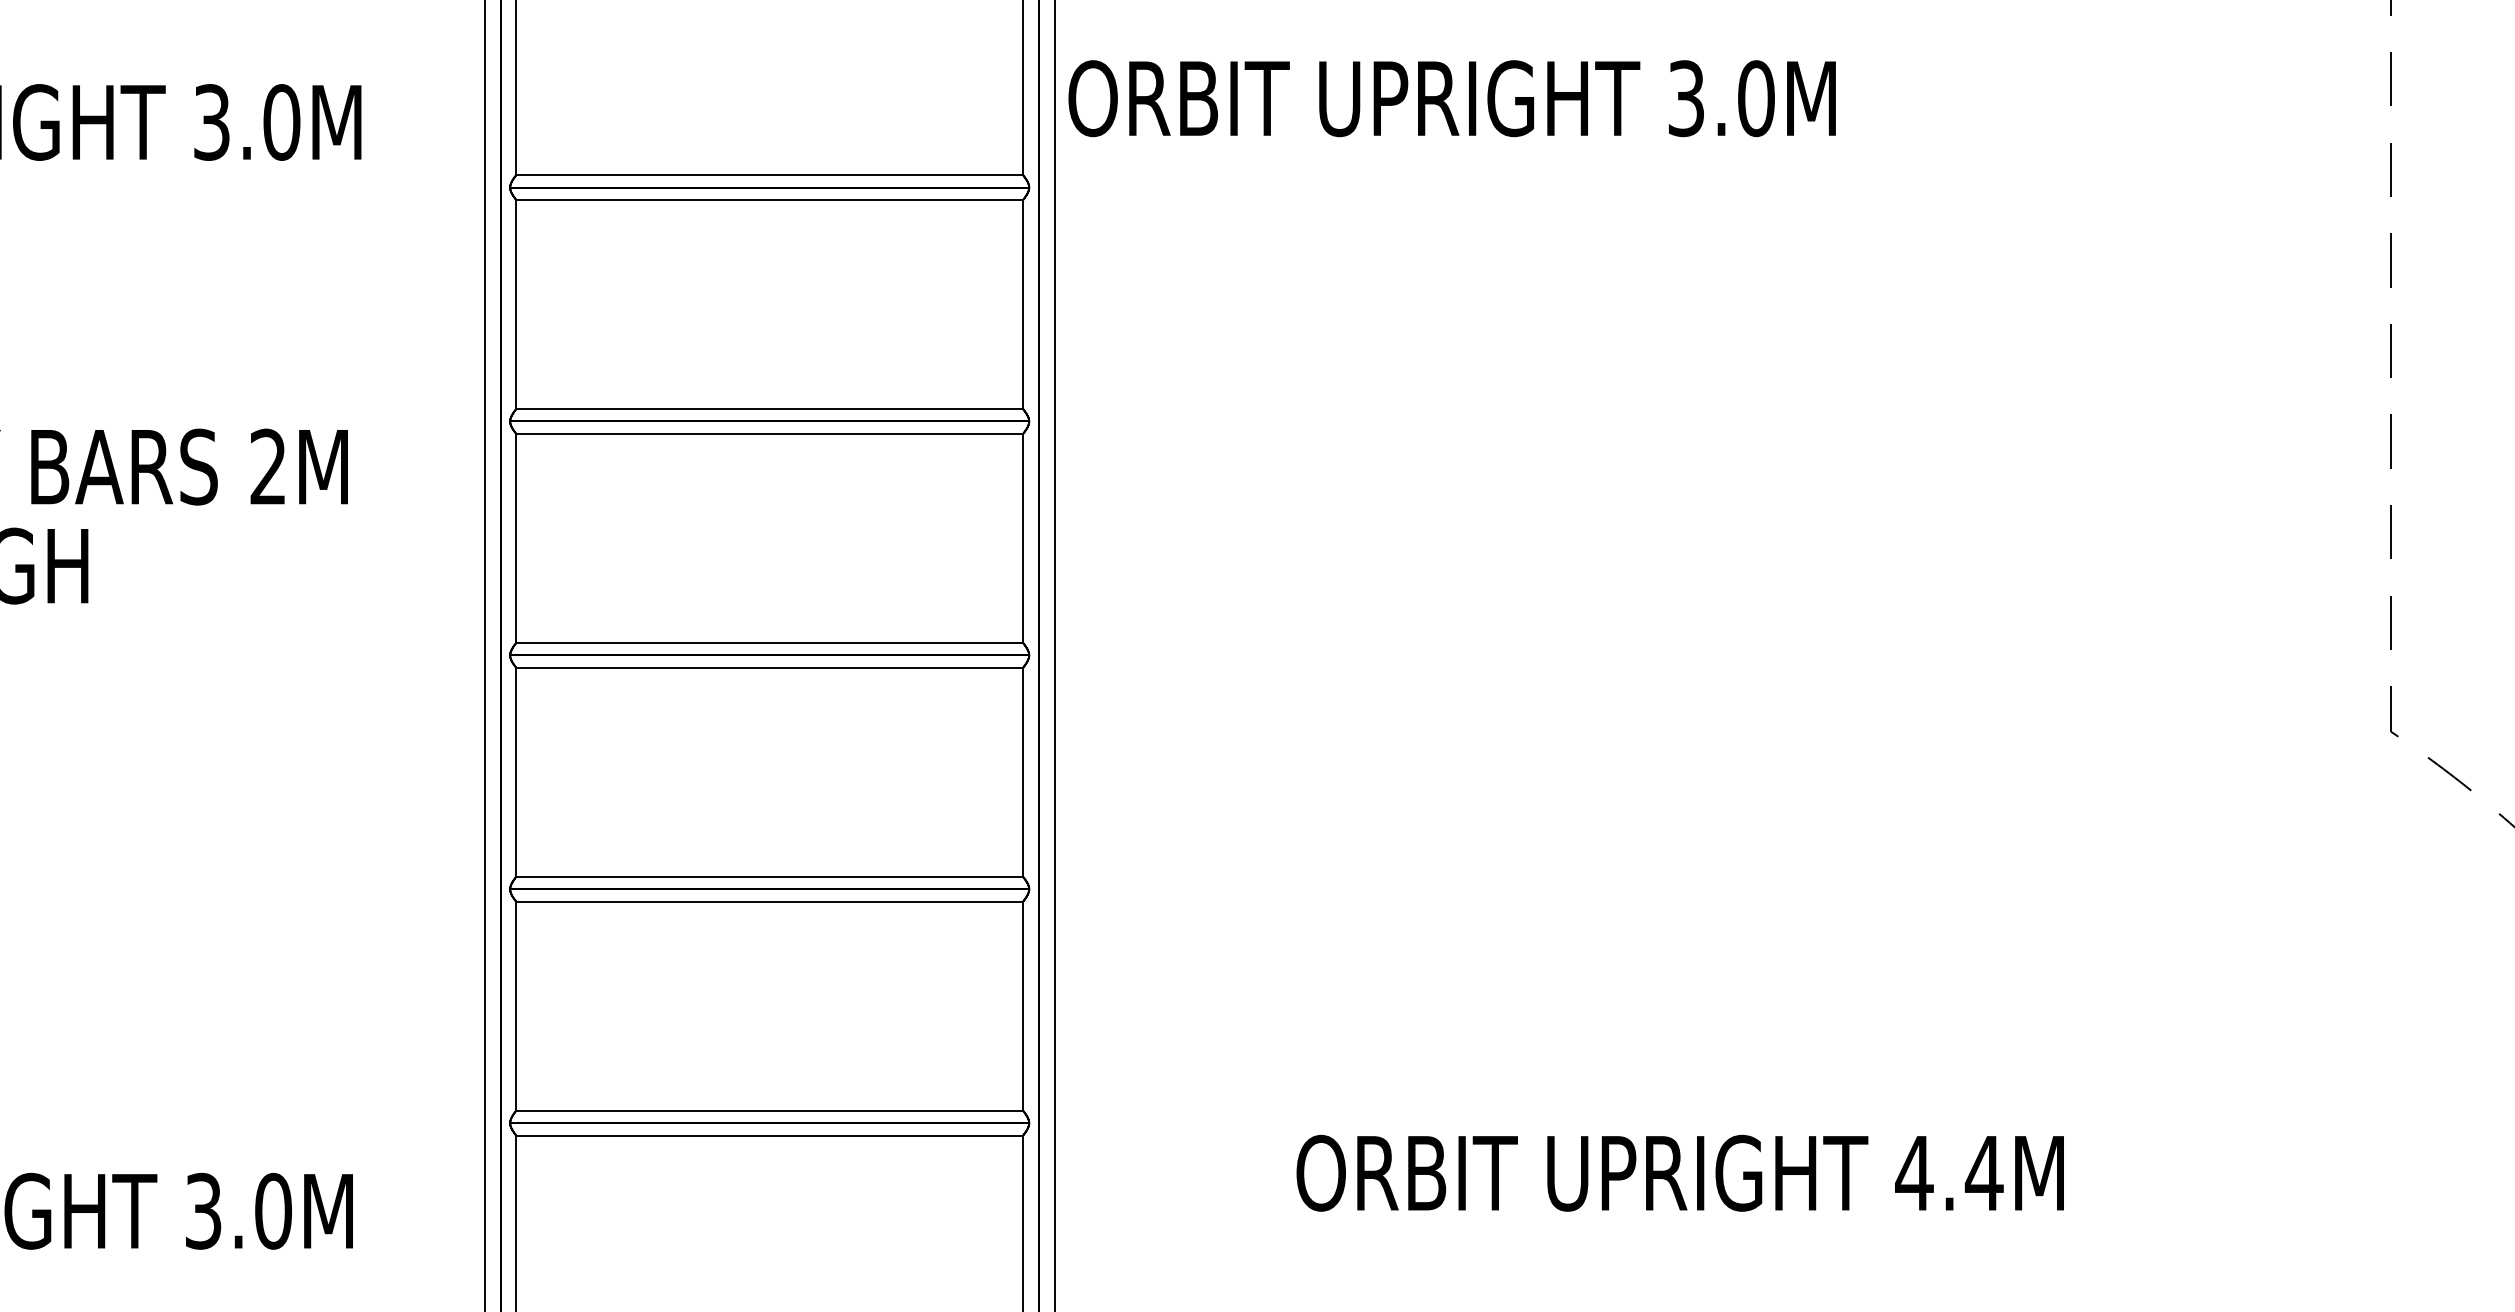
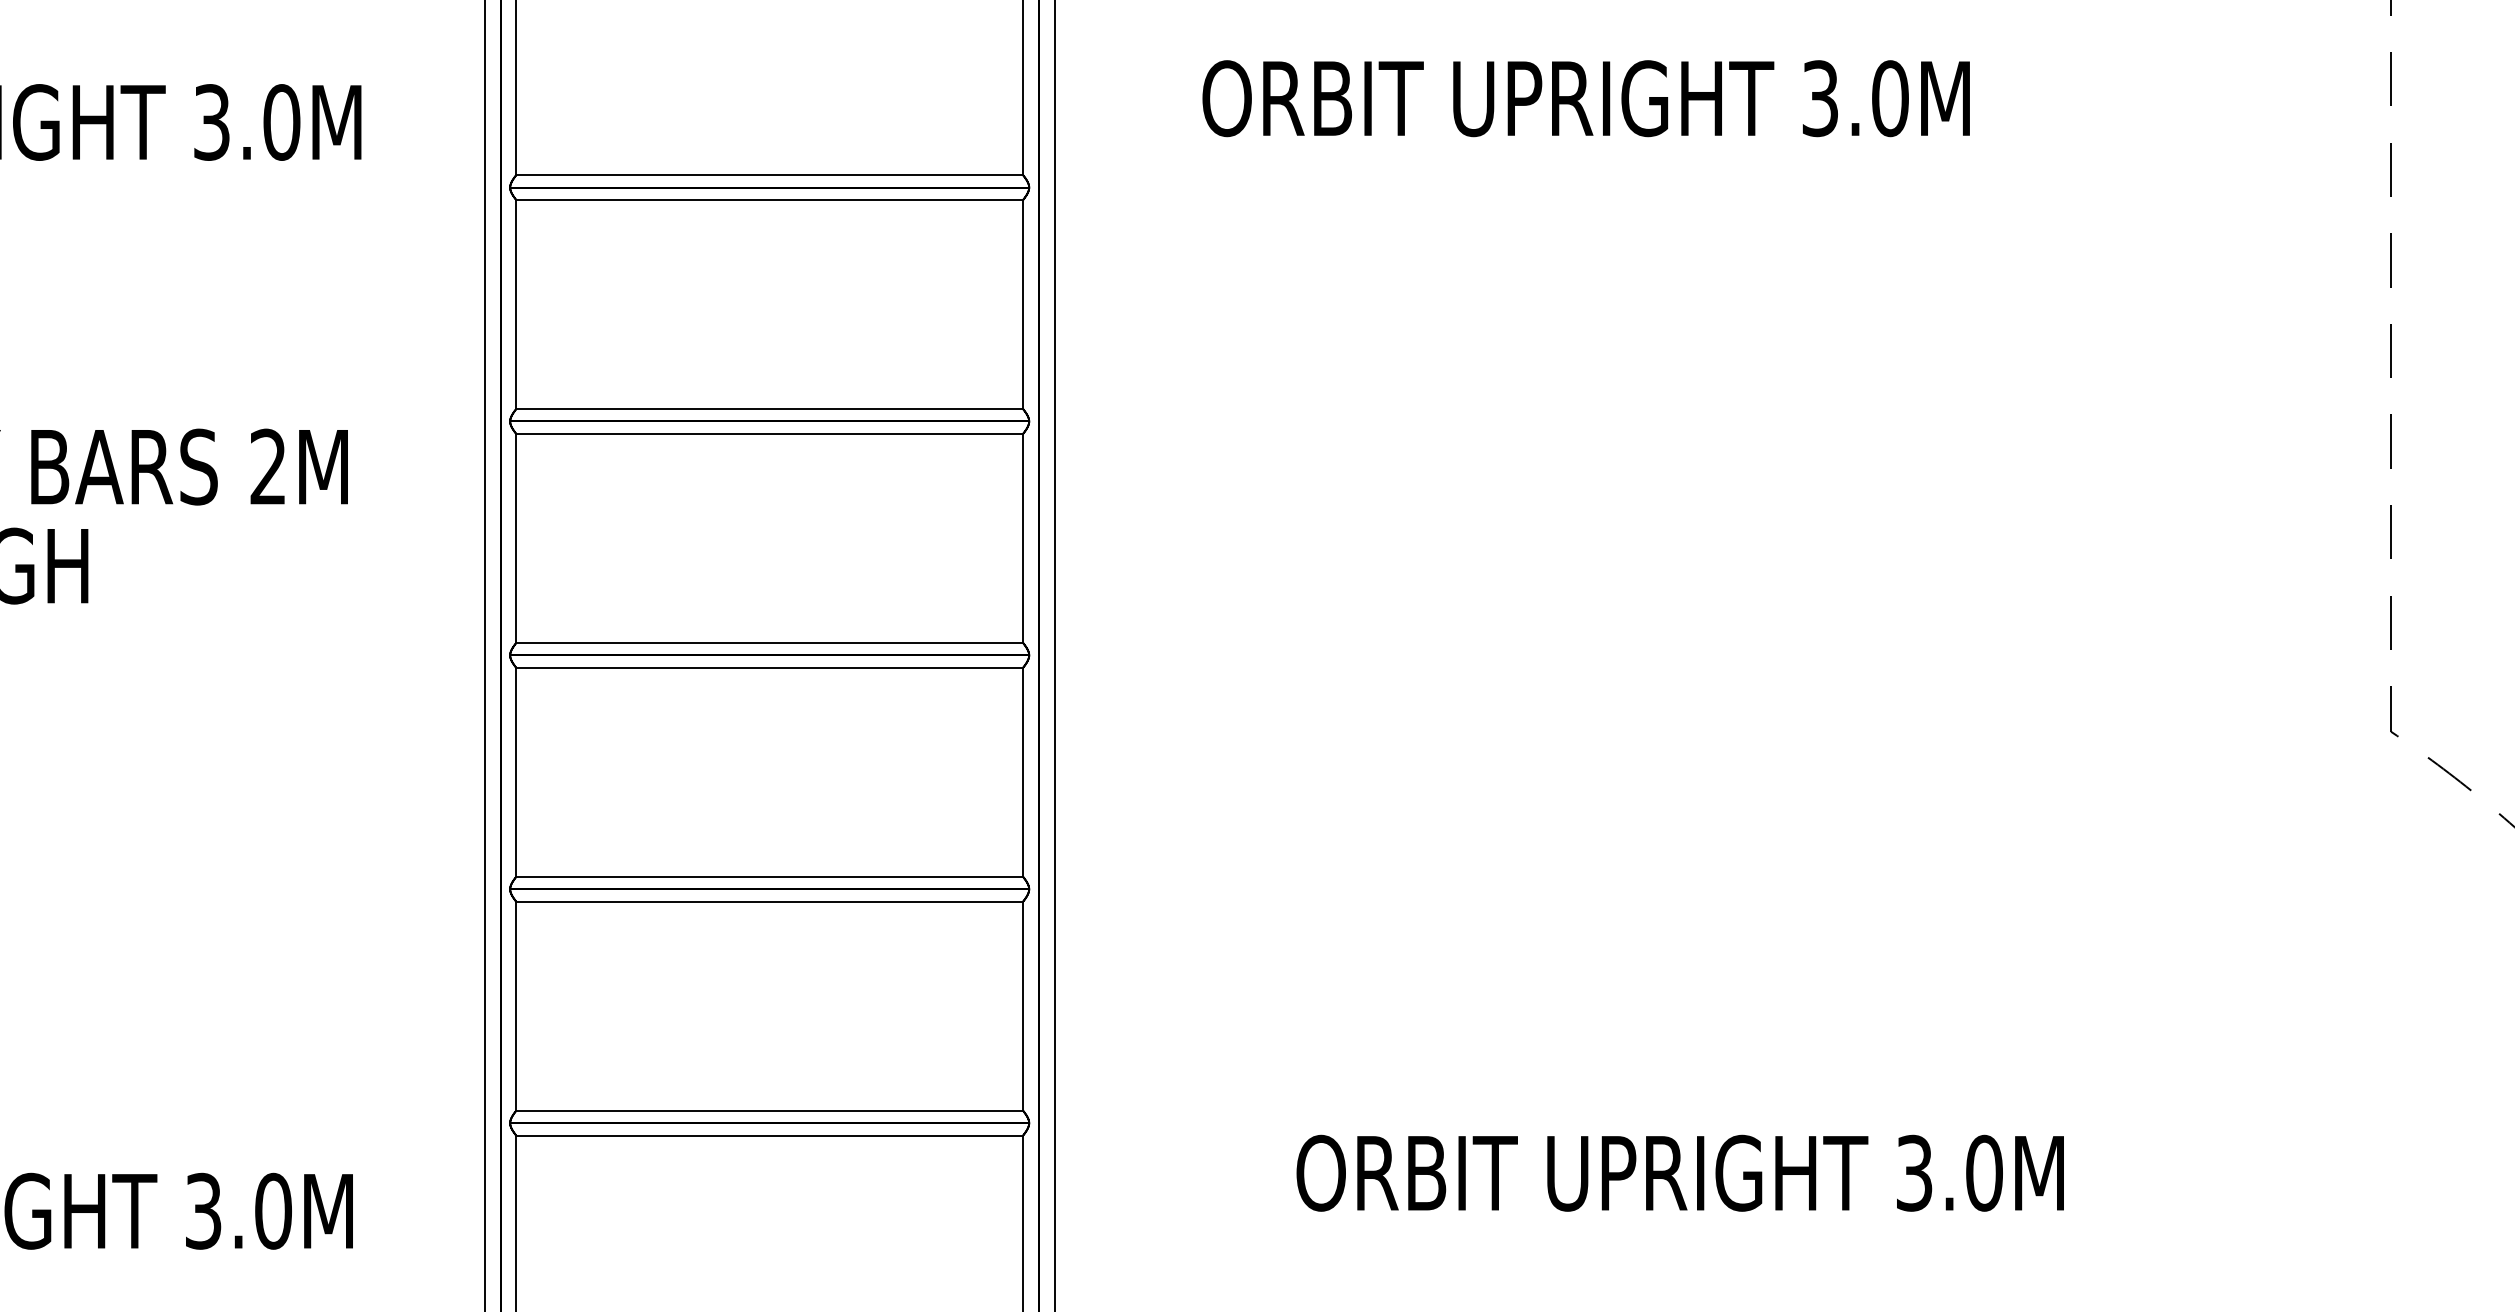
text at (1451, 98) position: (1451, 98) -> (1585, 98)
text at (1949, 1172): 4.4M -> 3.0M
